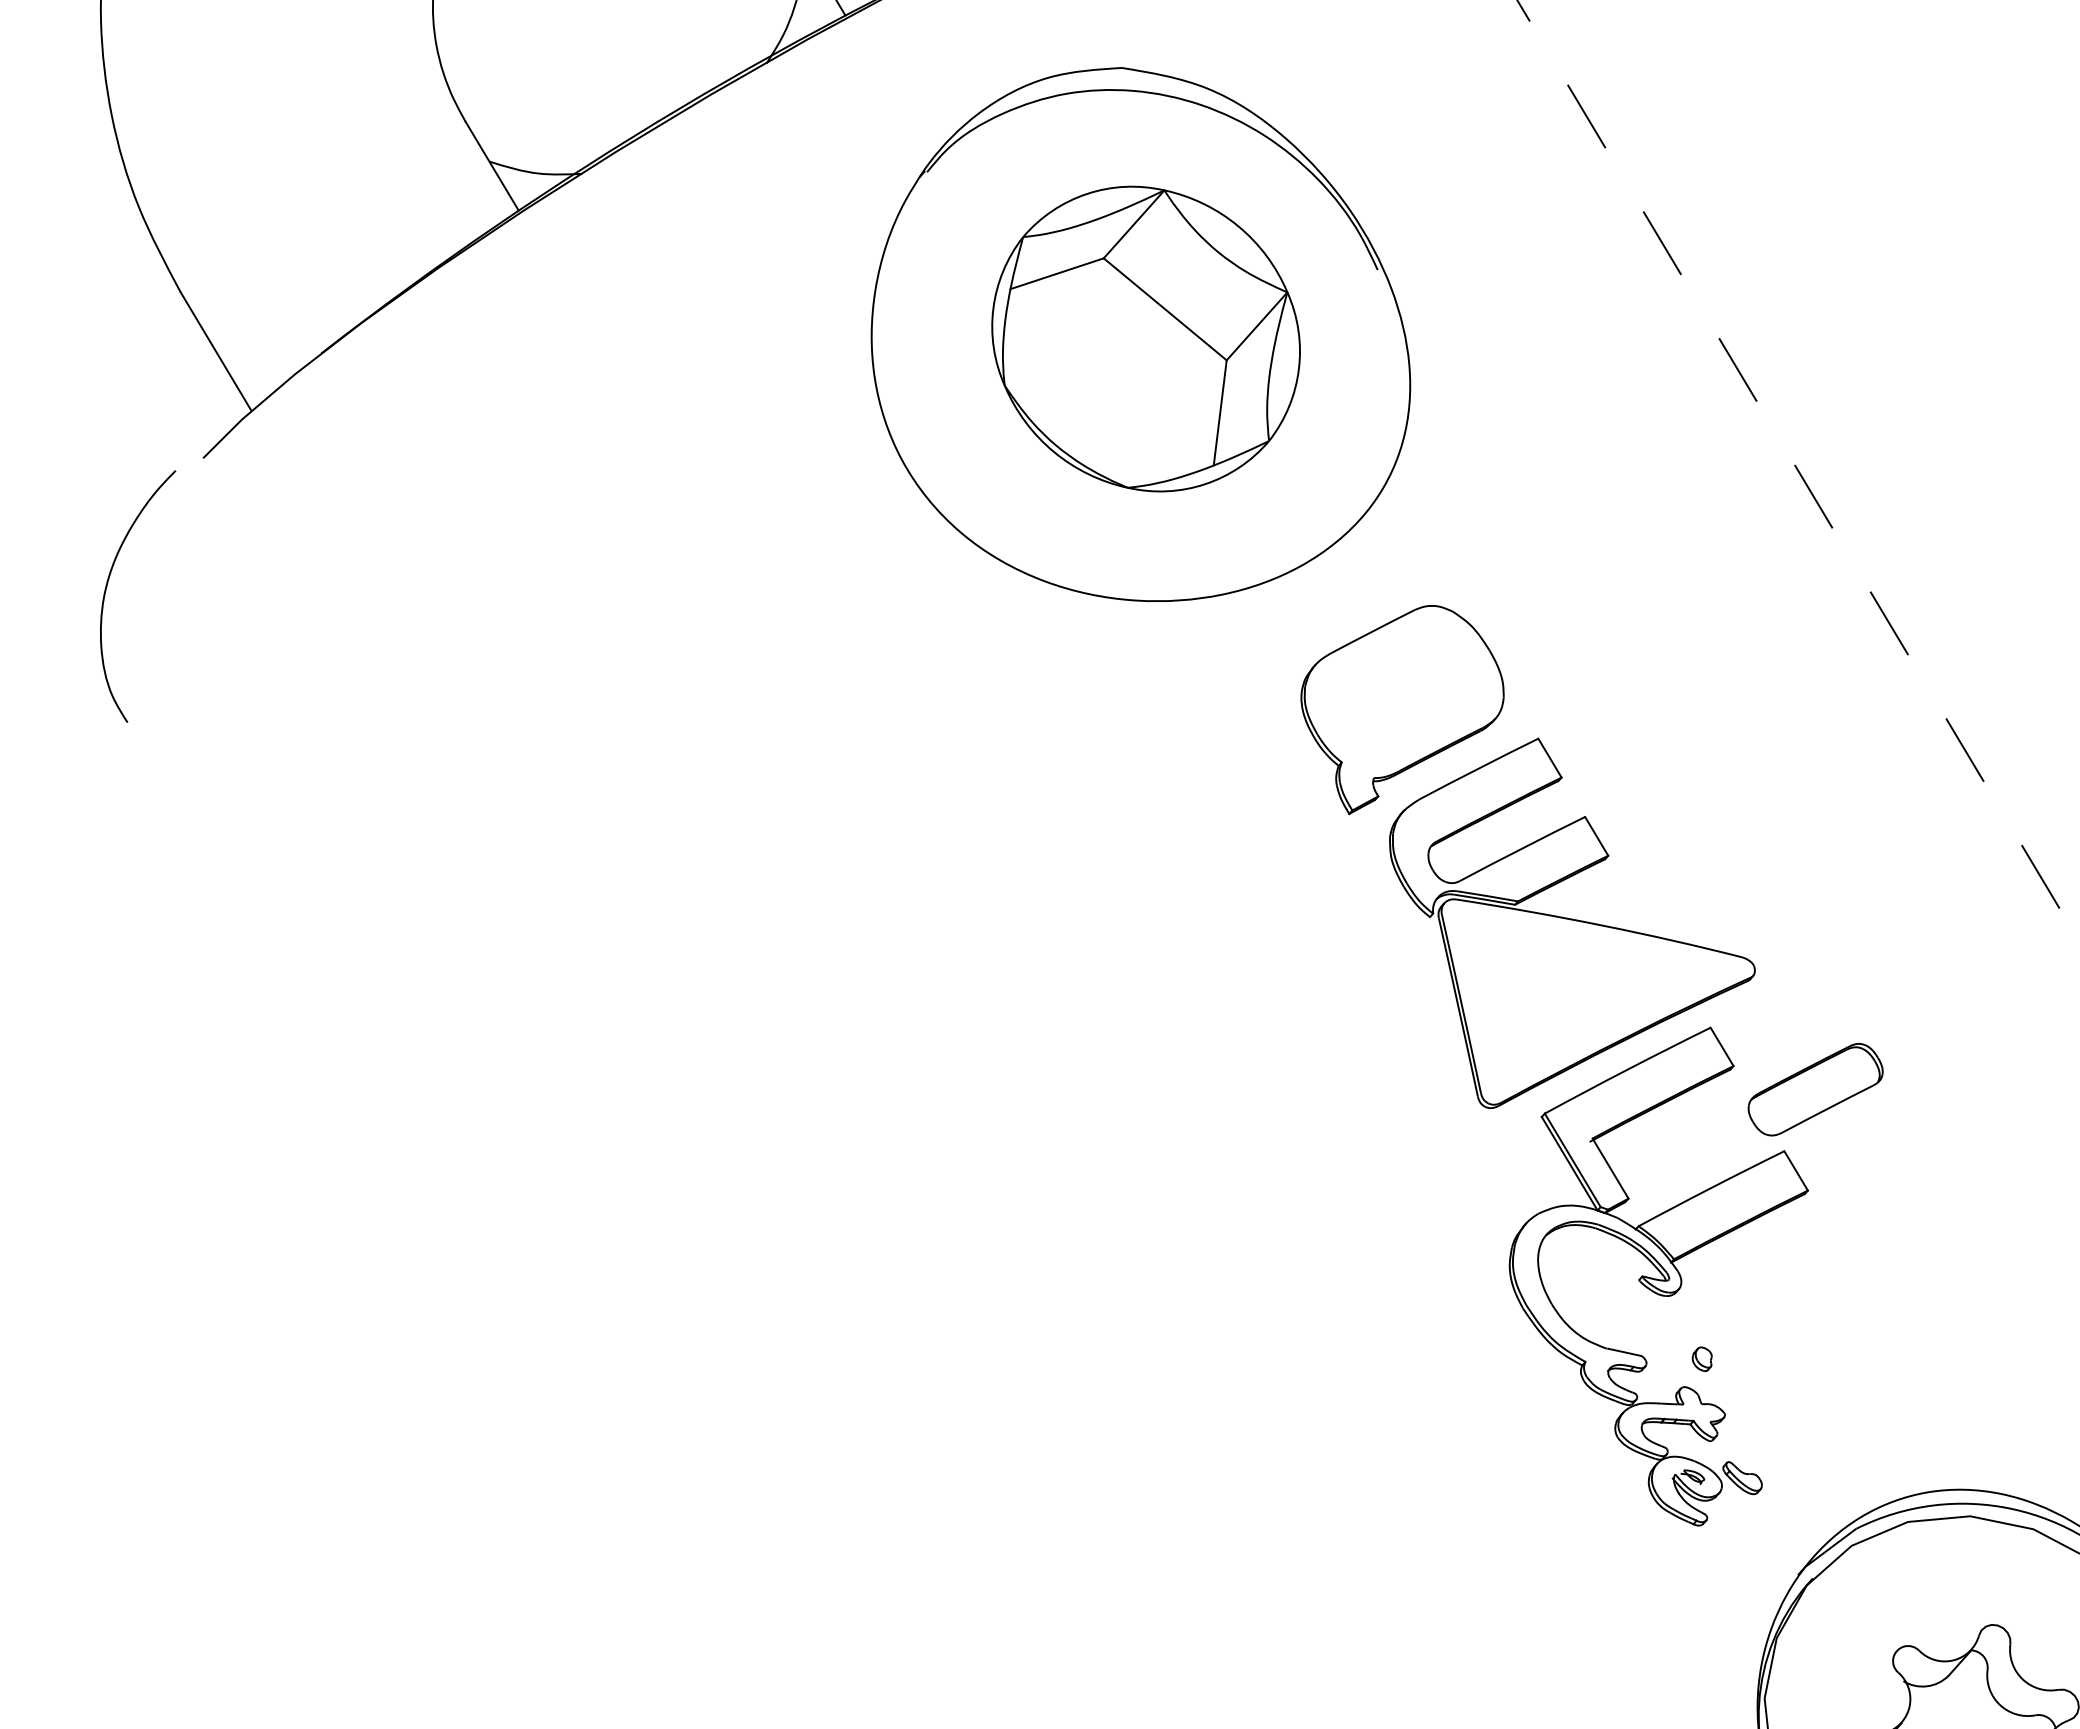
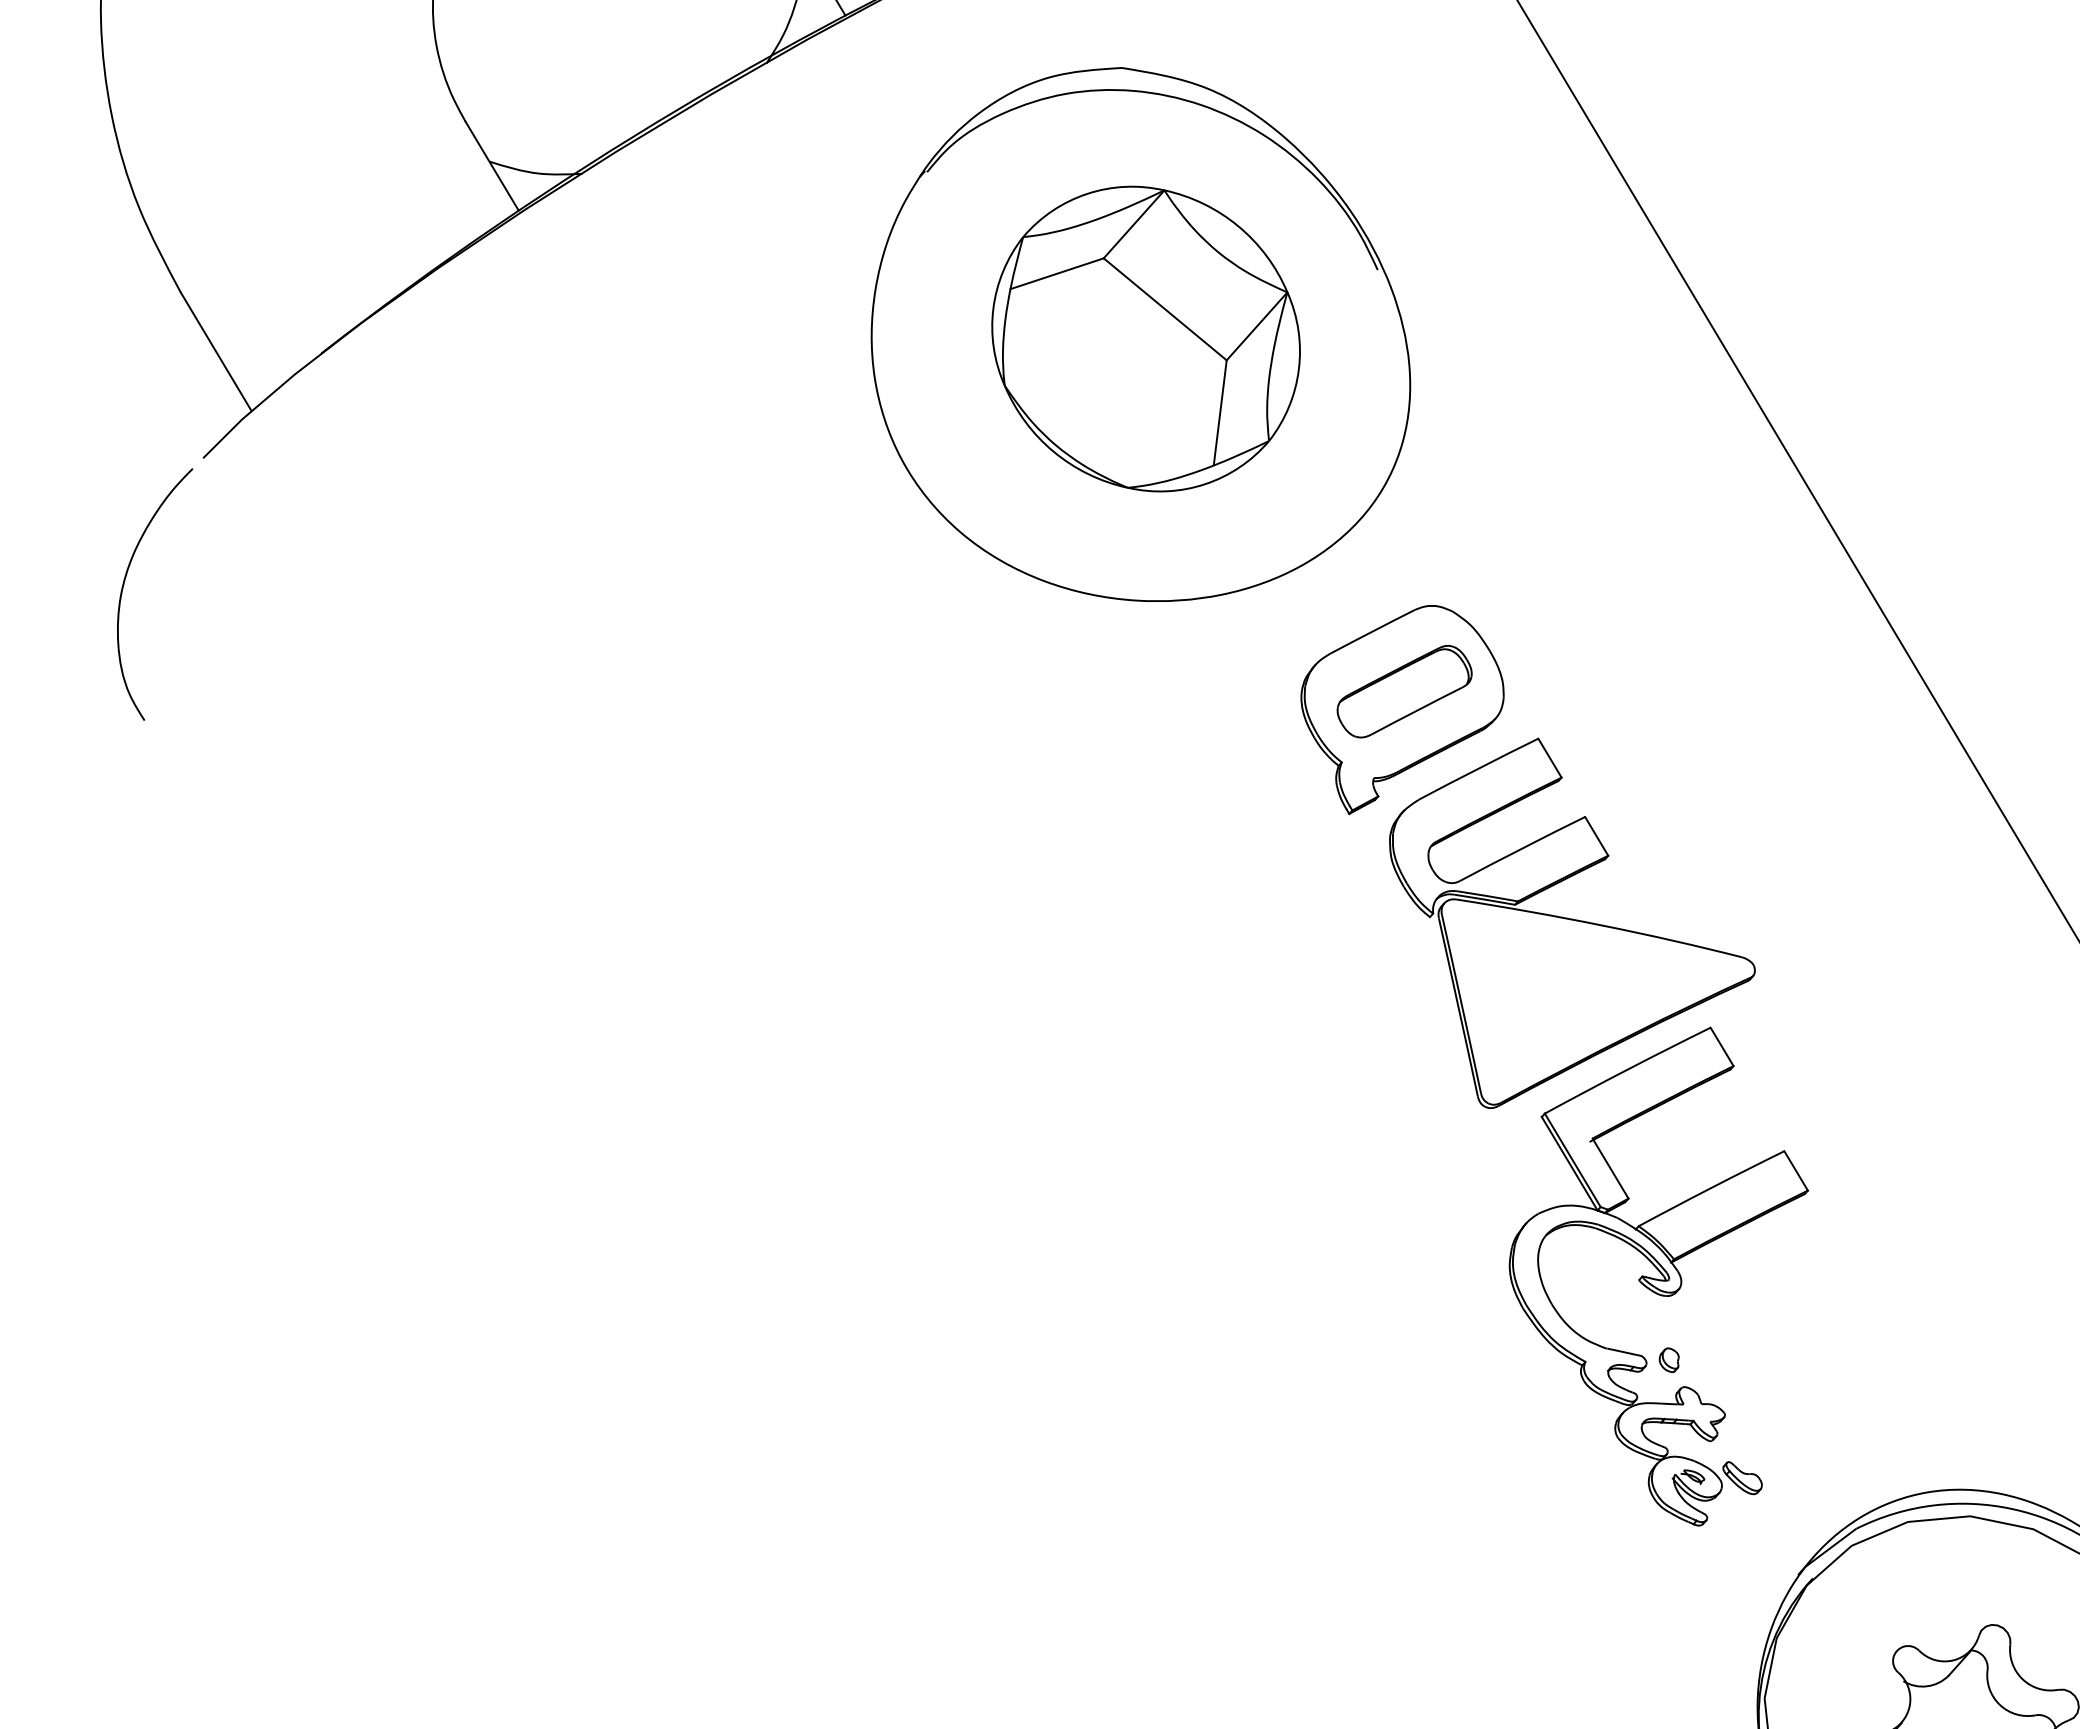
line at (1798, 471): dashed -> solid
curve at (107, 587) position: (107, 587) -> (124, 585)
part at (1815, 1089) position: (1815, 1089) -> (1404, 691)
part at (1701, 1359) position: (1701, 1359) -> (1668, 1360)
